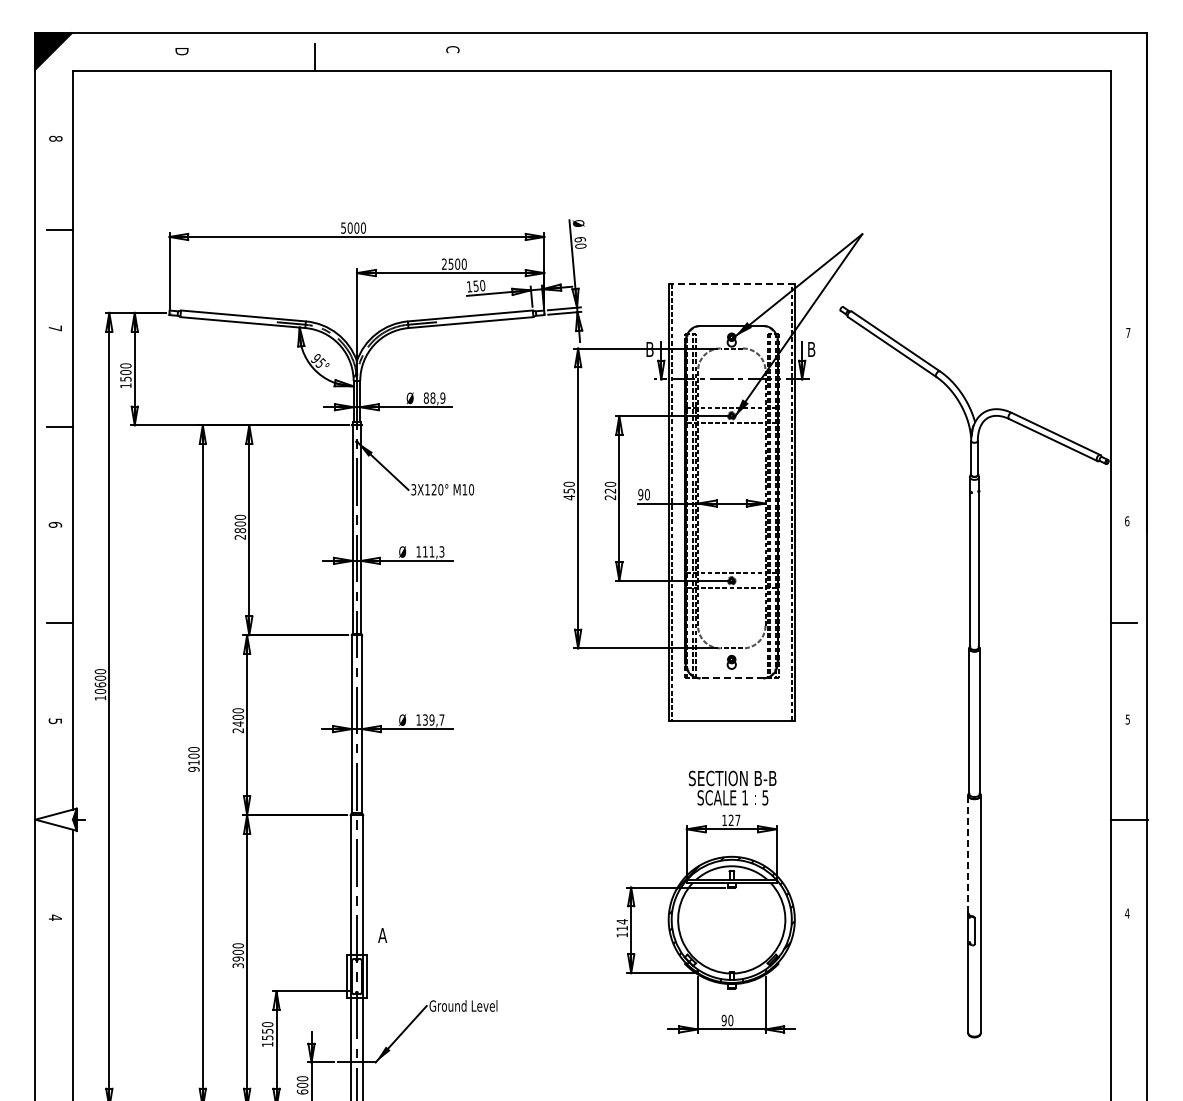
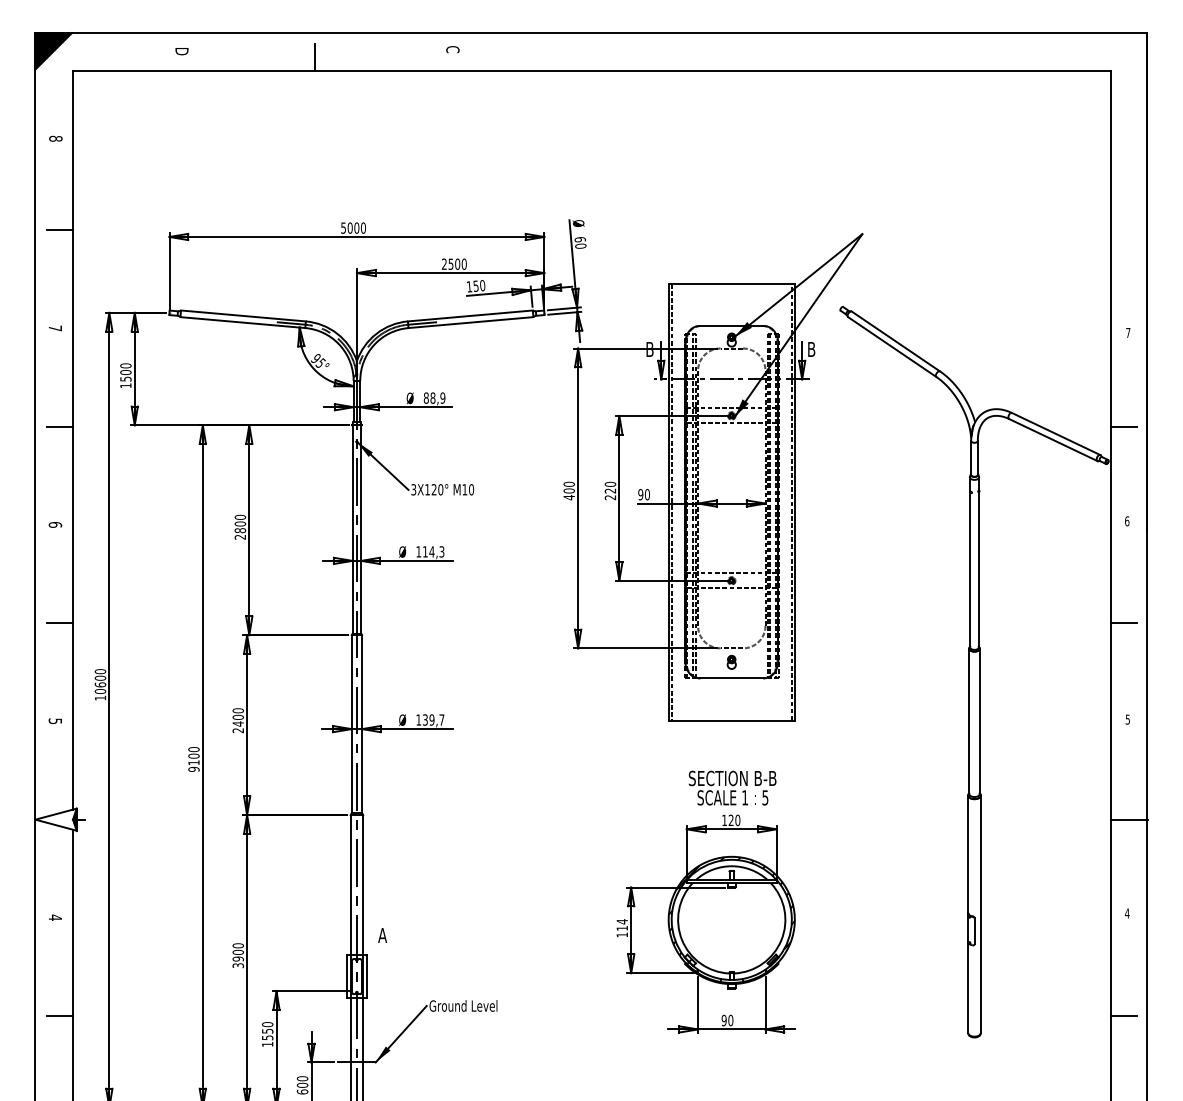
line at (731, 283): dashed -> solid
line at (1124, 426): none -> present
text at (568, 490): 450 -> 400
text at (431, 551): 111,3 -> 114,3
line at (731, 678): dashed -> solid
text at (737, 820): 127 -> 120
line at (968, 855): dashed -> solid
line at (59, 1016): none -> present
line at (1124, 1016): none -> present
